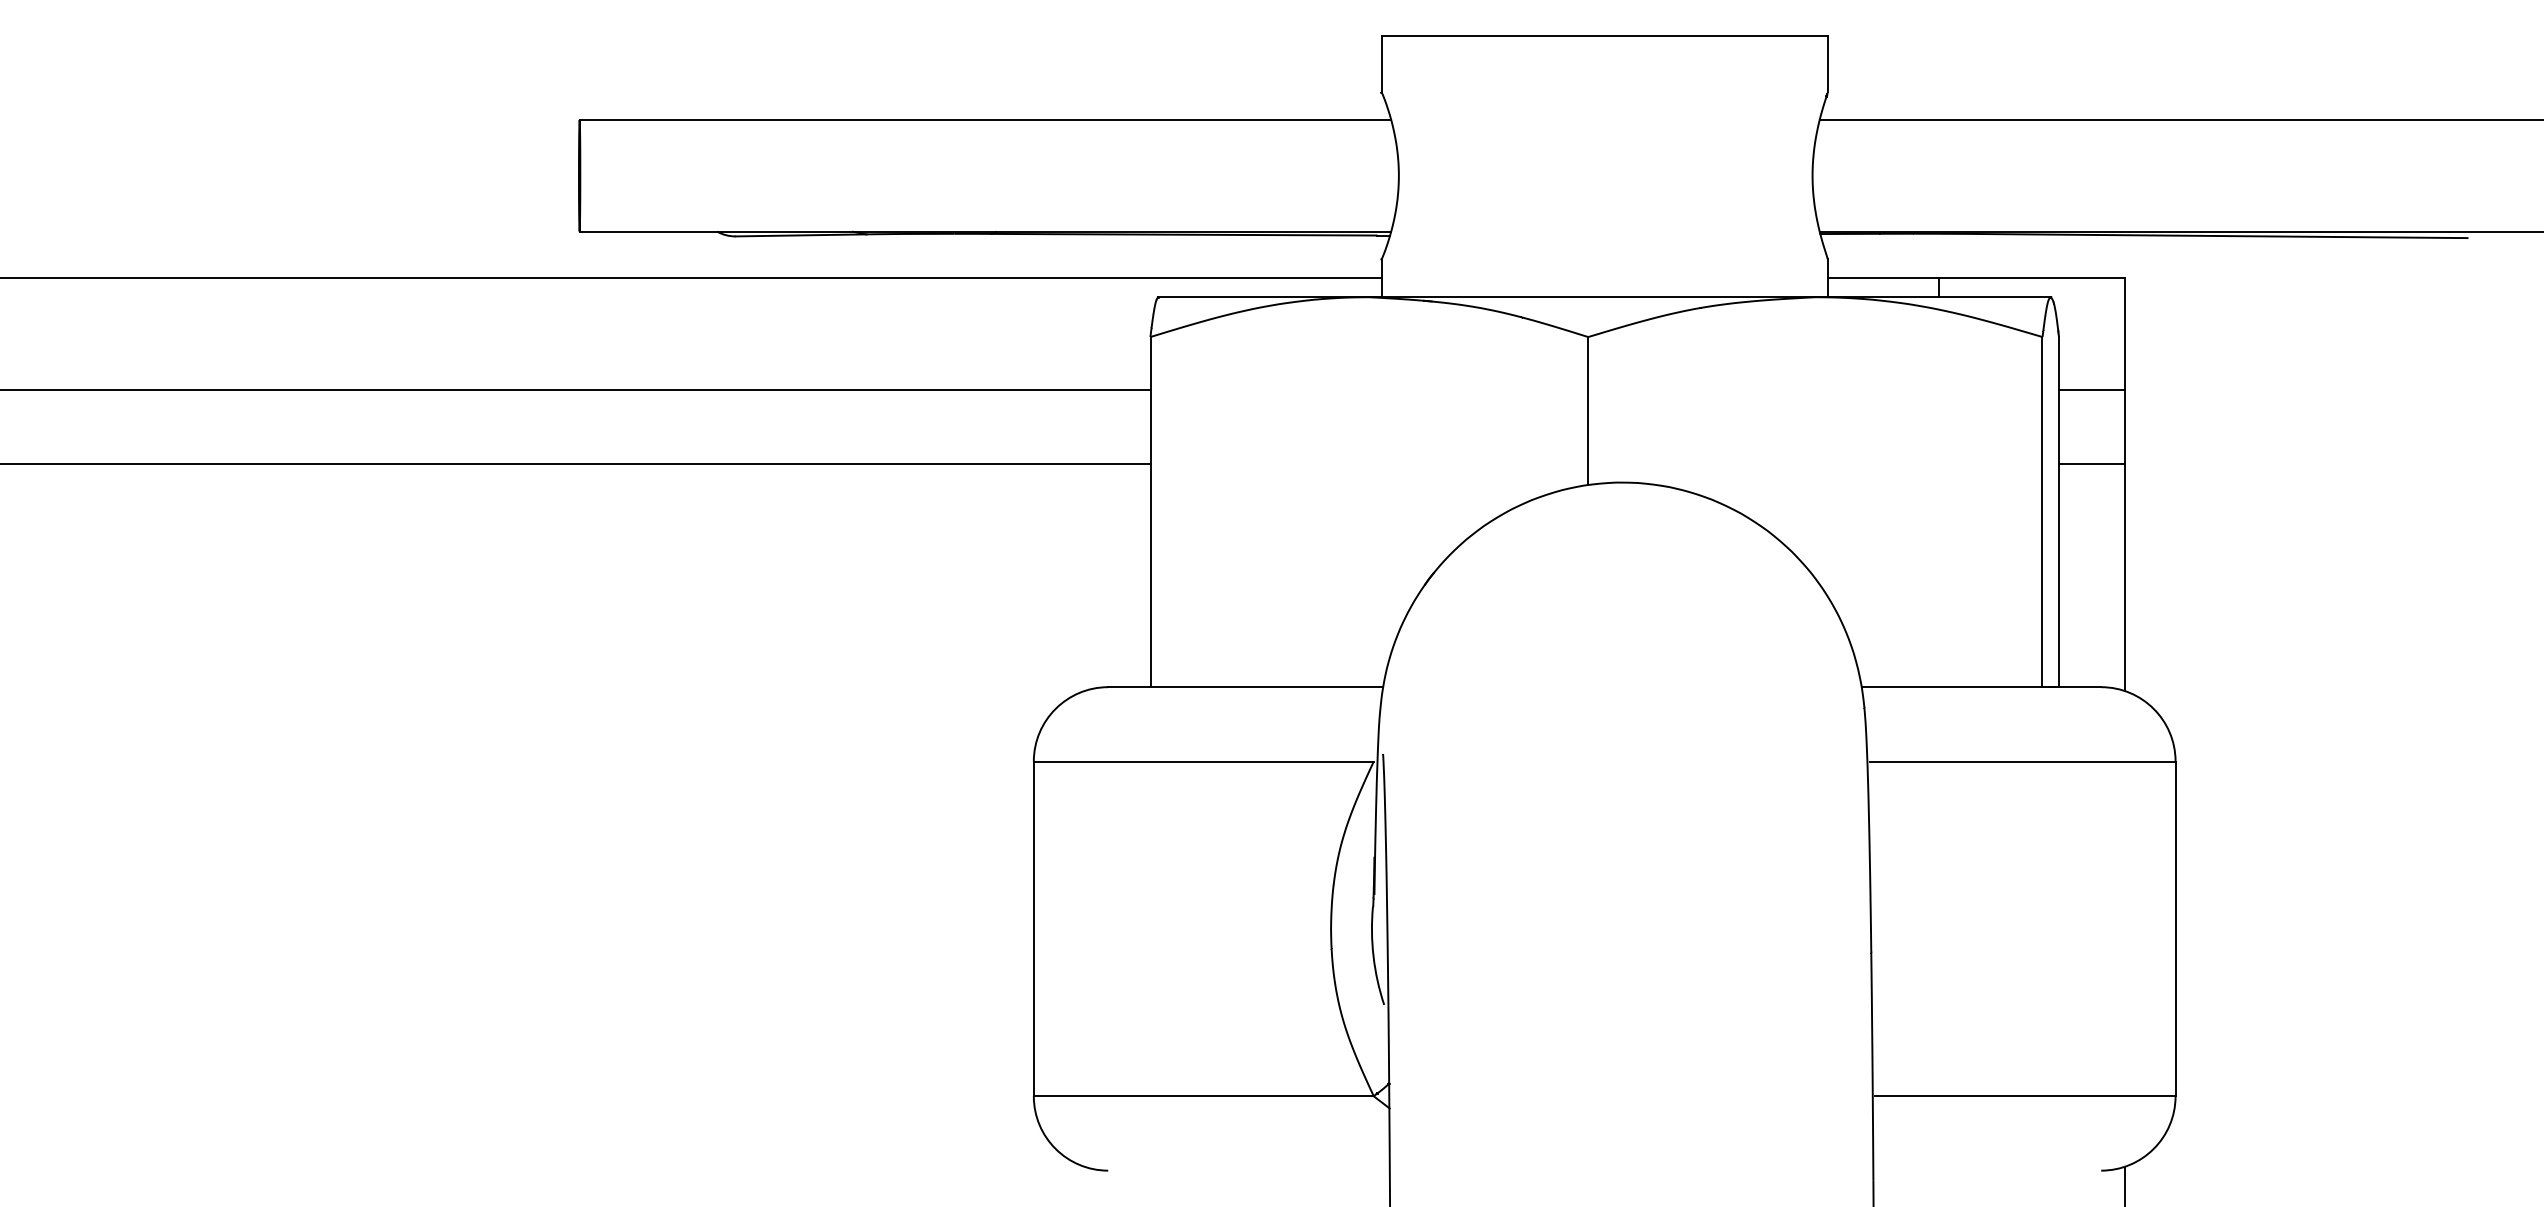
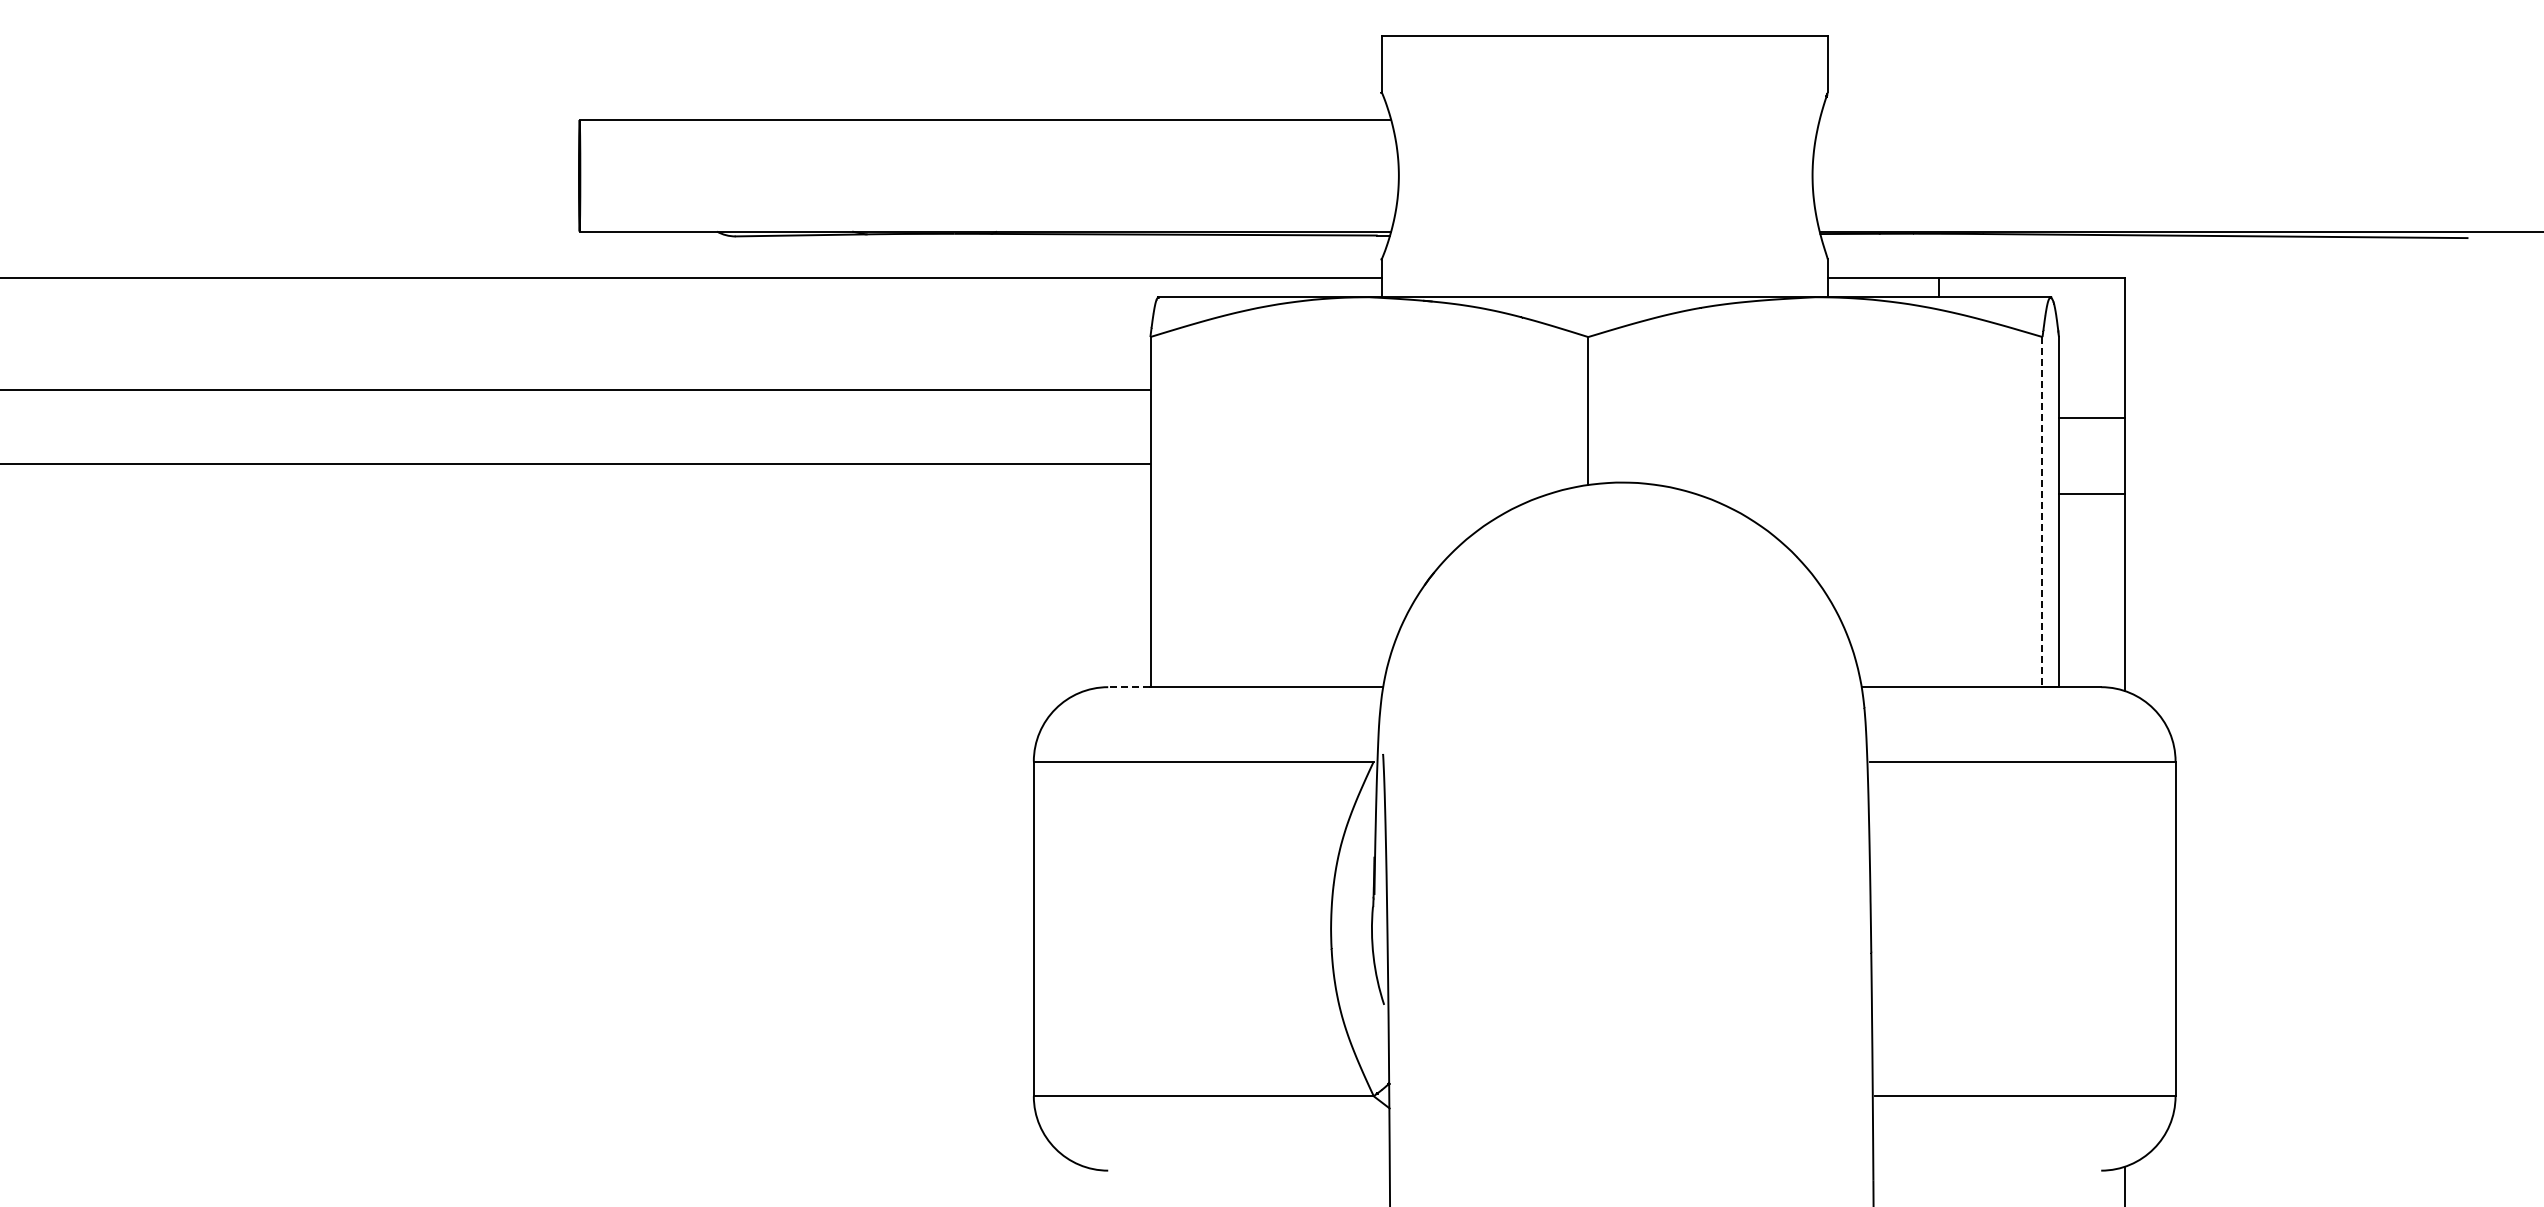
line at (2179, 120): present -> none
line at (2091, 389) position: (2091, 389) -> (2091, 417)
line at (2091, 464) position: (2091, 464) -> (2091, 494)
line at (2041, 512): solid -> dashed
line at (1128, 687): solid -> dashed
